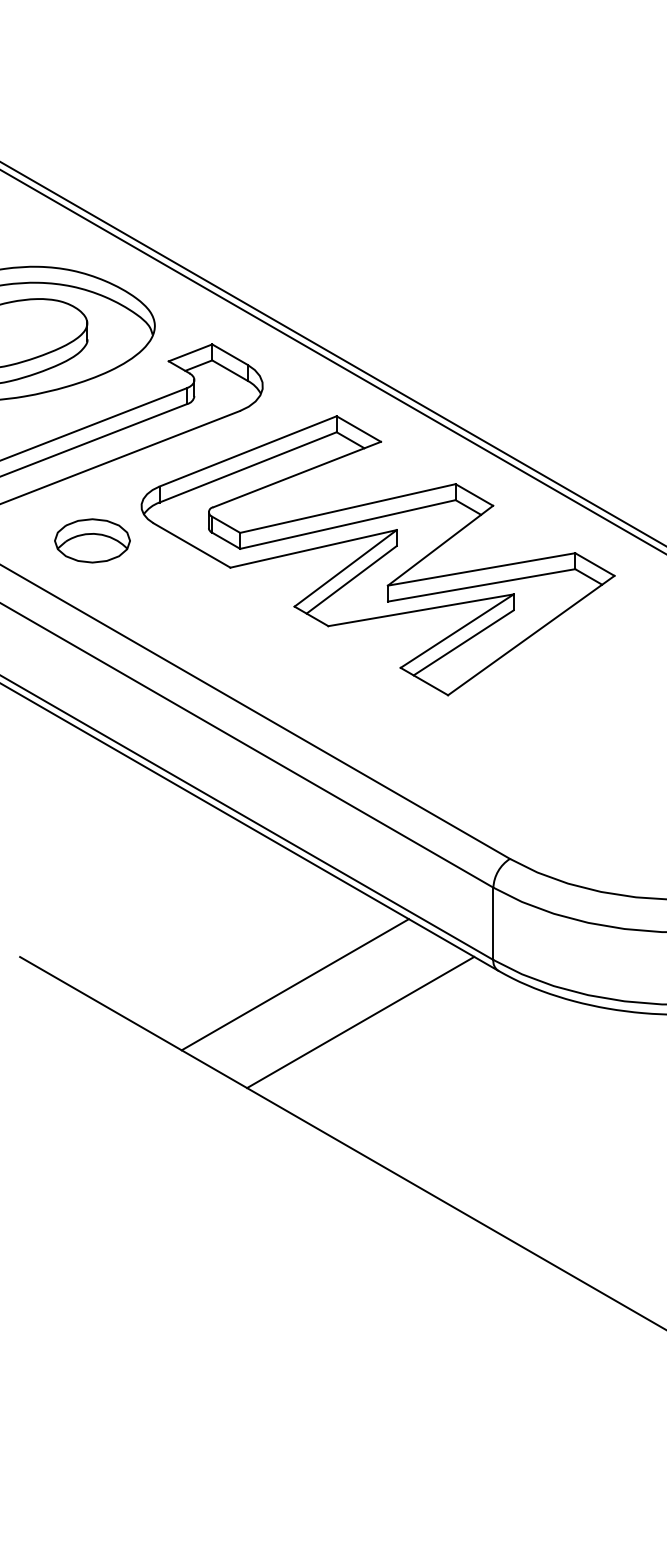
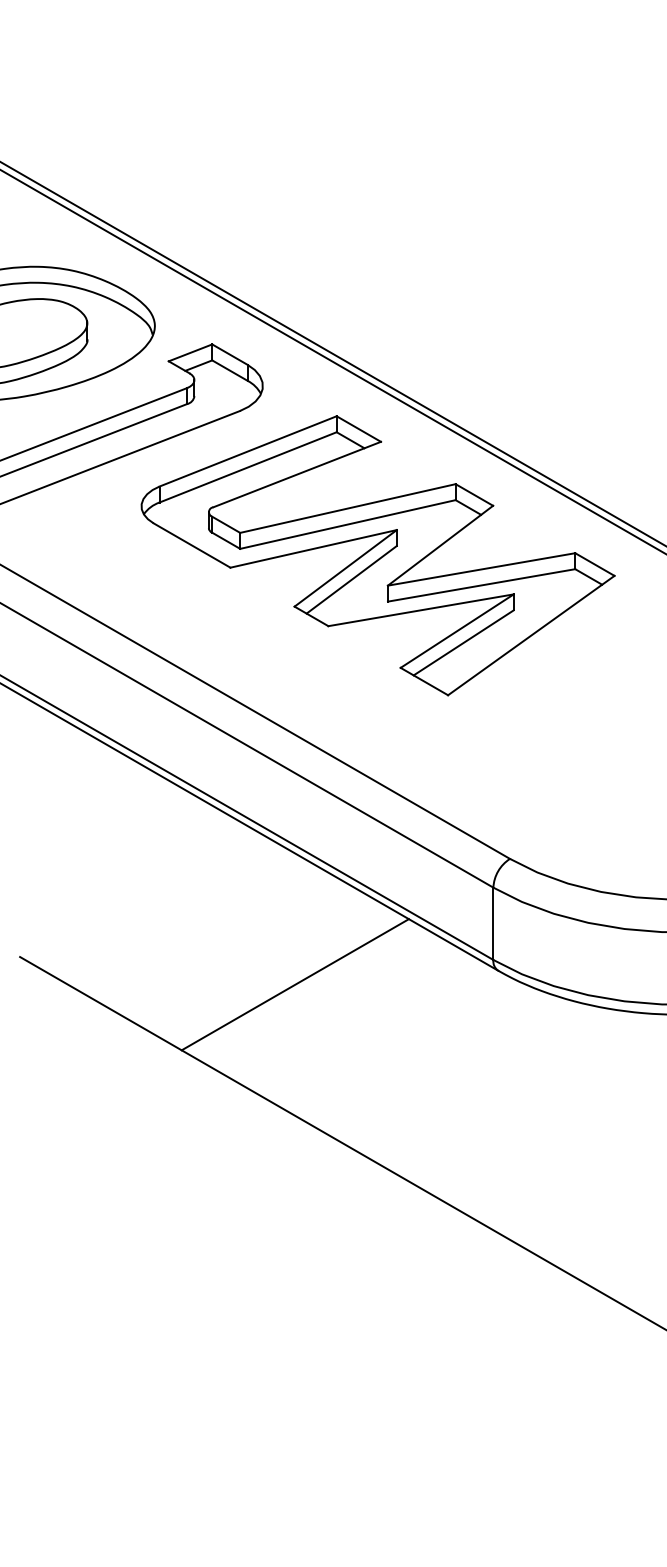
part at (92, 540): present -> none
line at (360, 1022): present -> none
